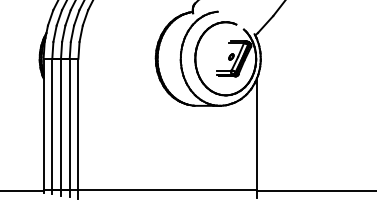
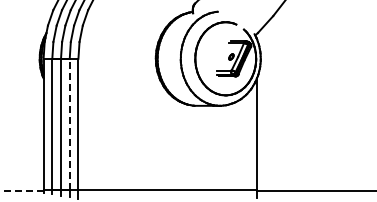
line at (69, 123): solid -> dashed
line at (21, 191): solid -> dashed
